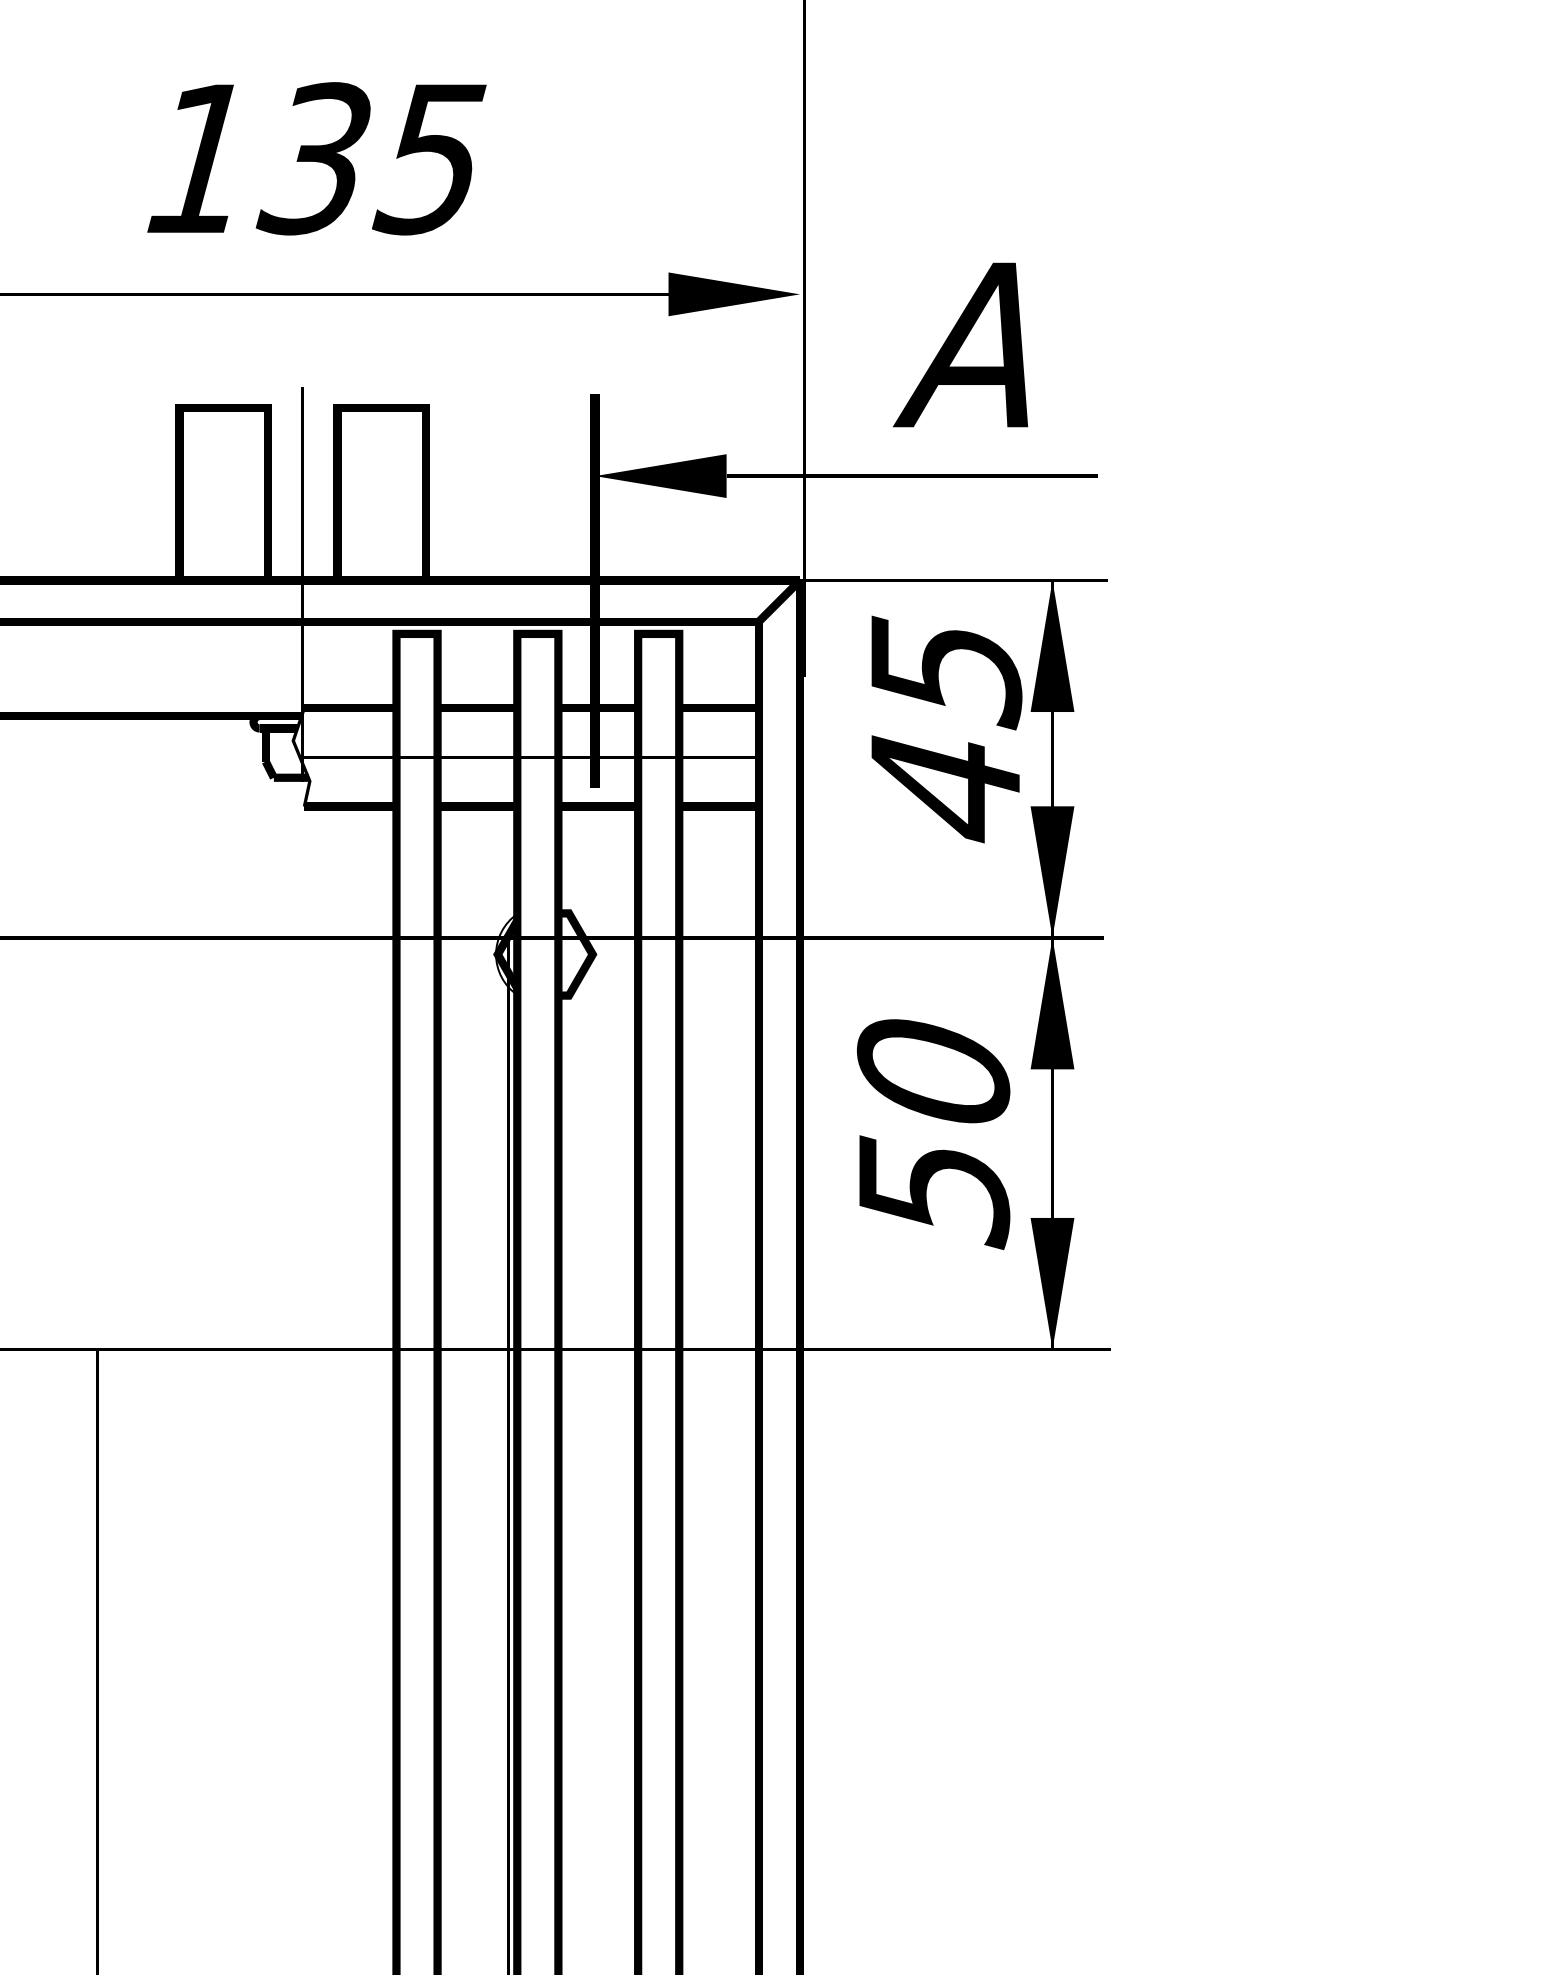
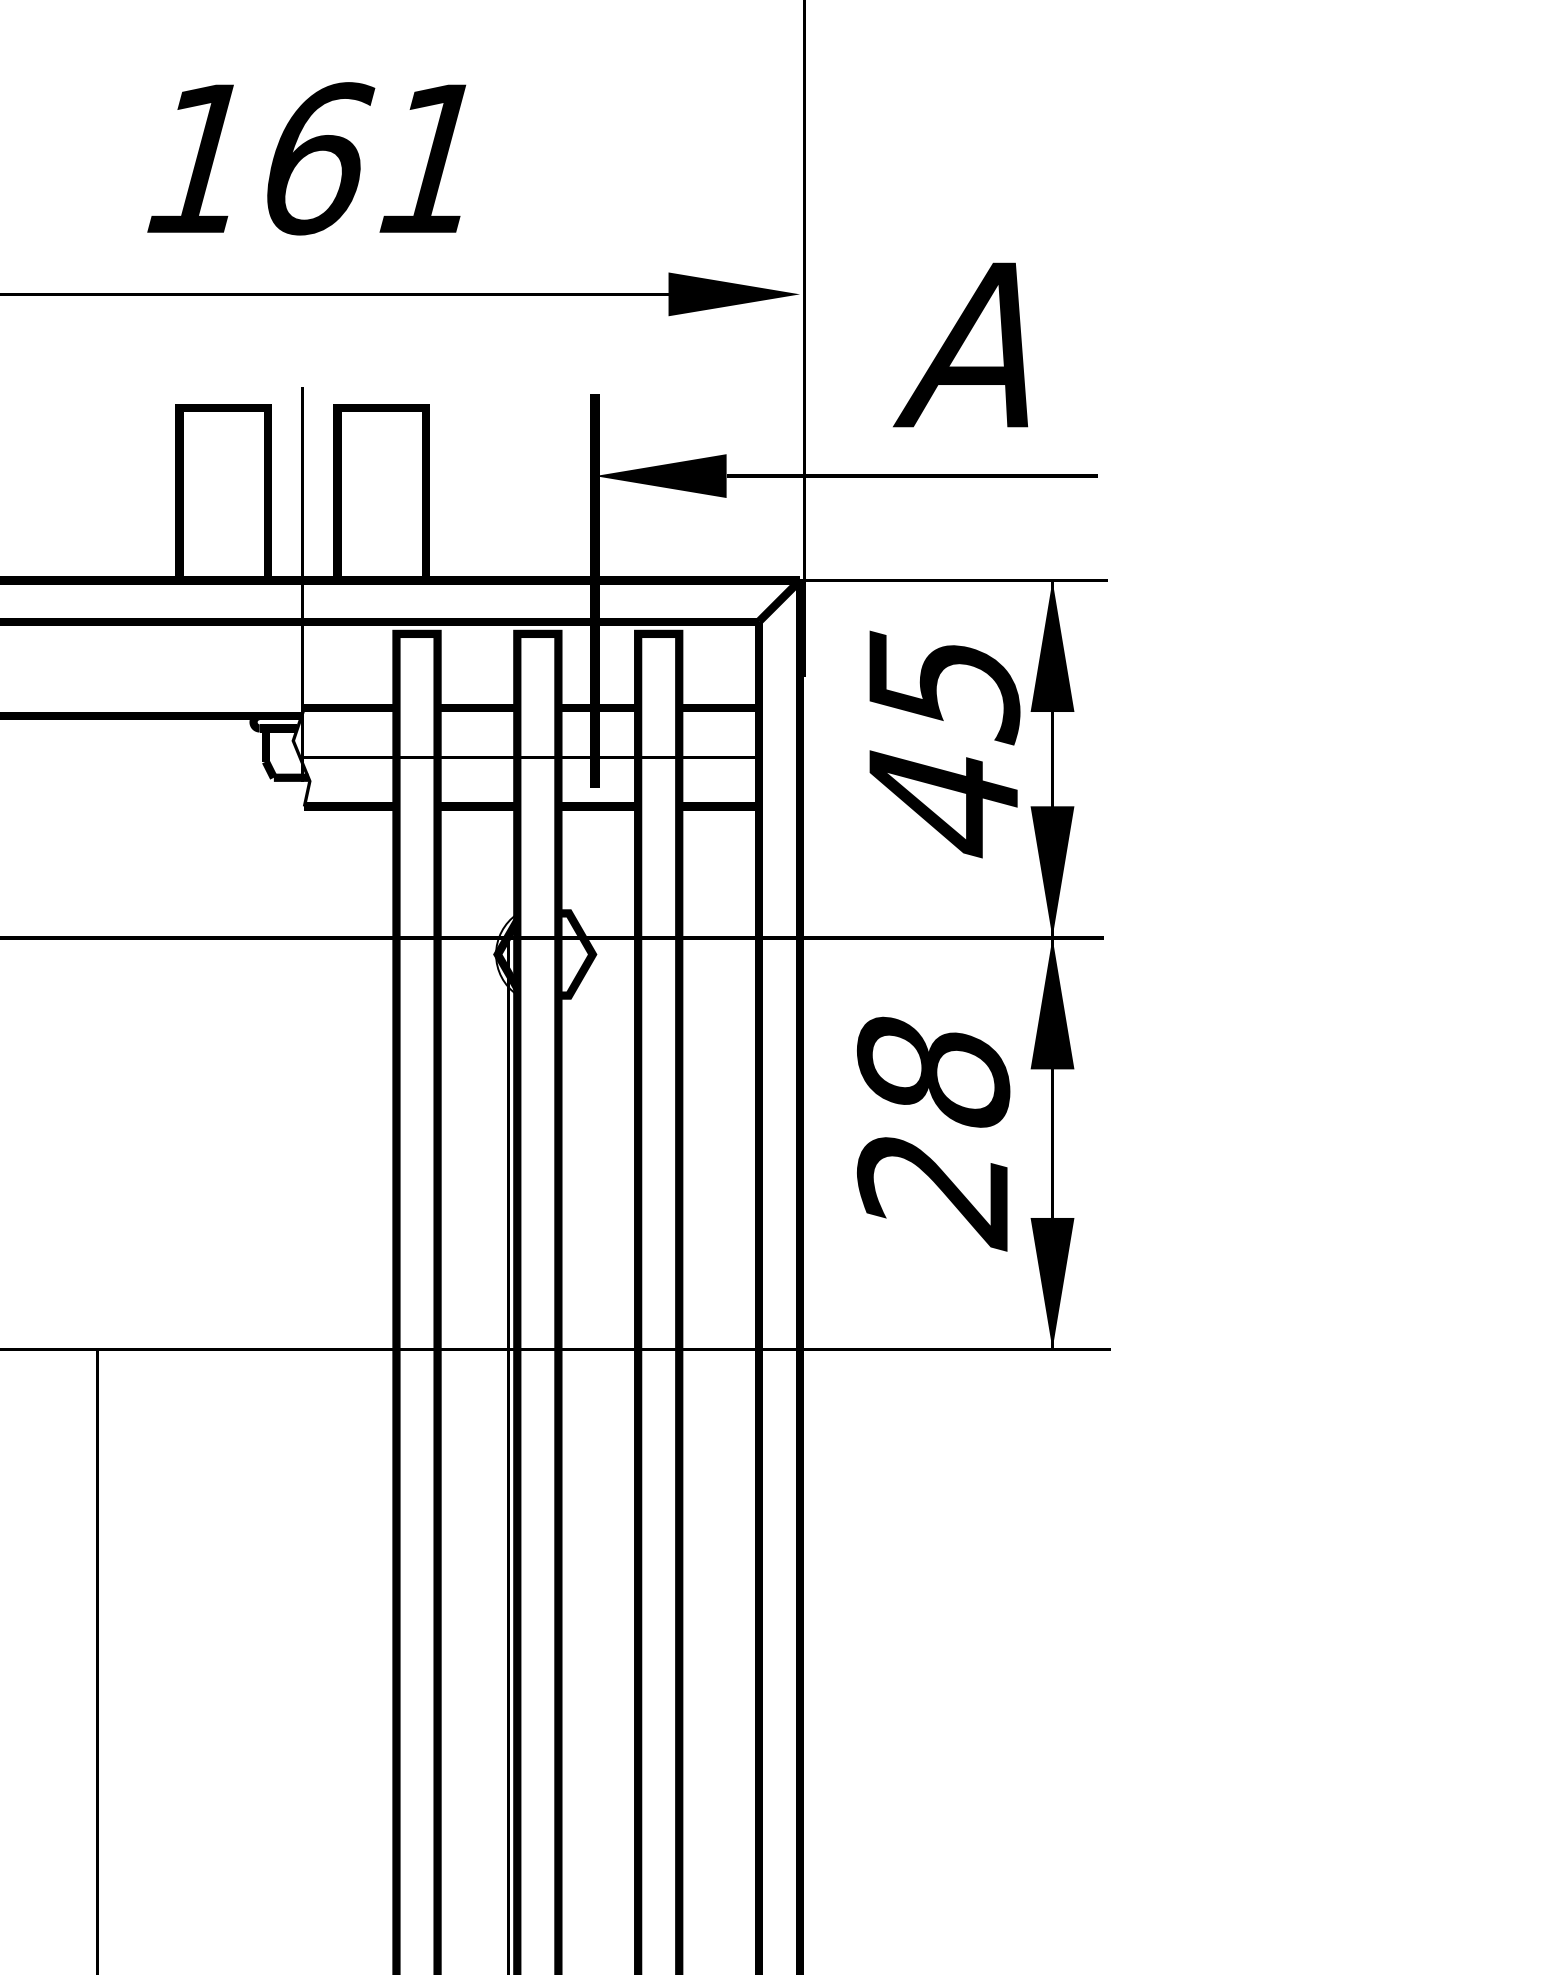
text at (370, 158): 135 -> 161
text at (946, 729) position: (946, 729) -> (944, 744)
text at (933, 1133): 50 -> 28
